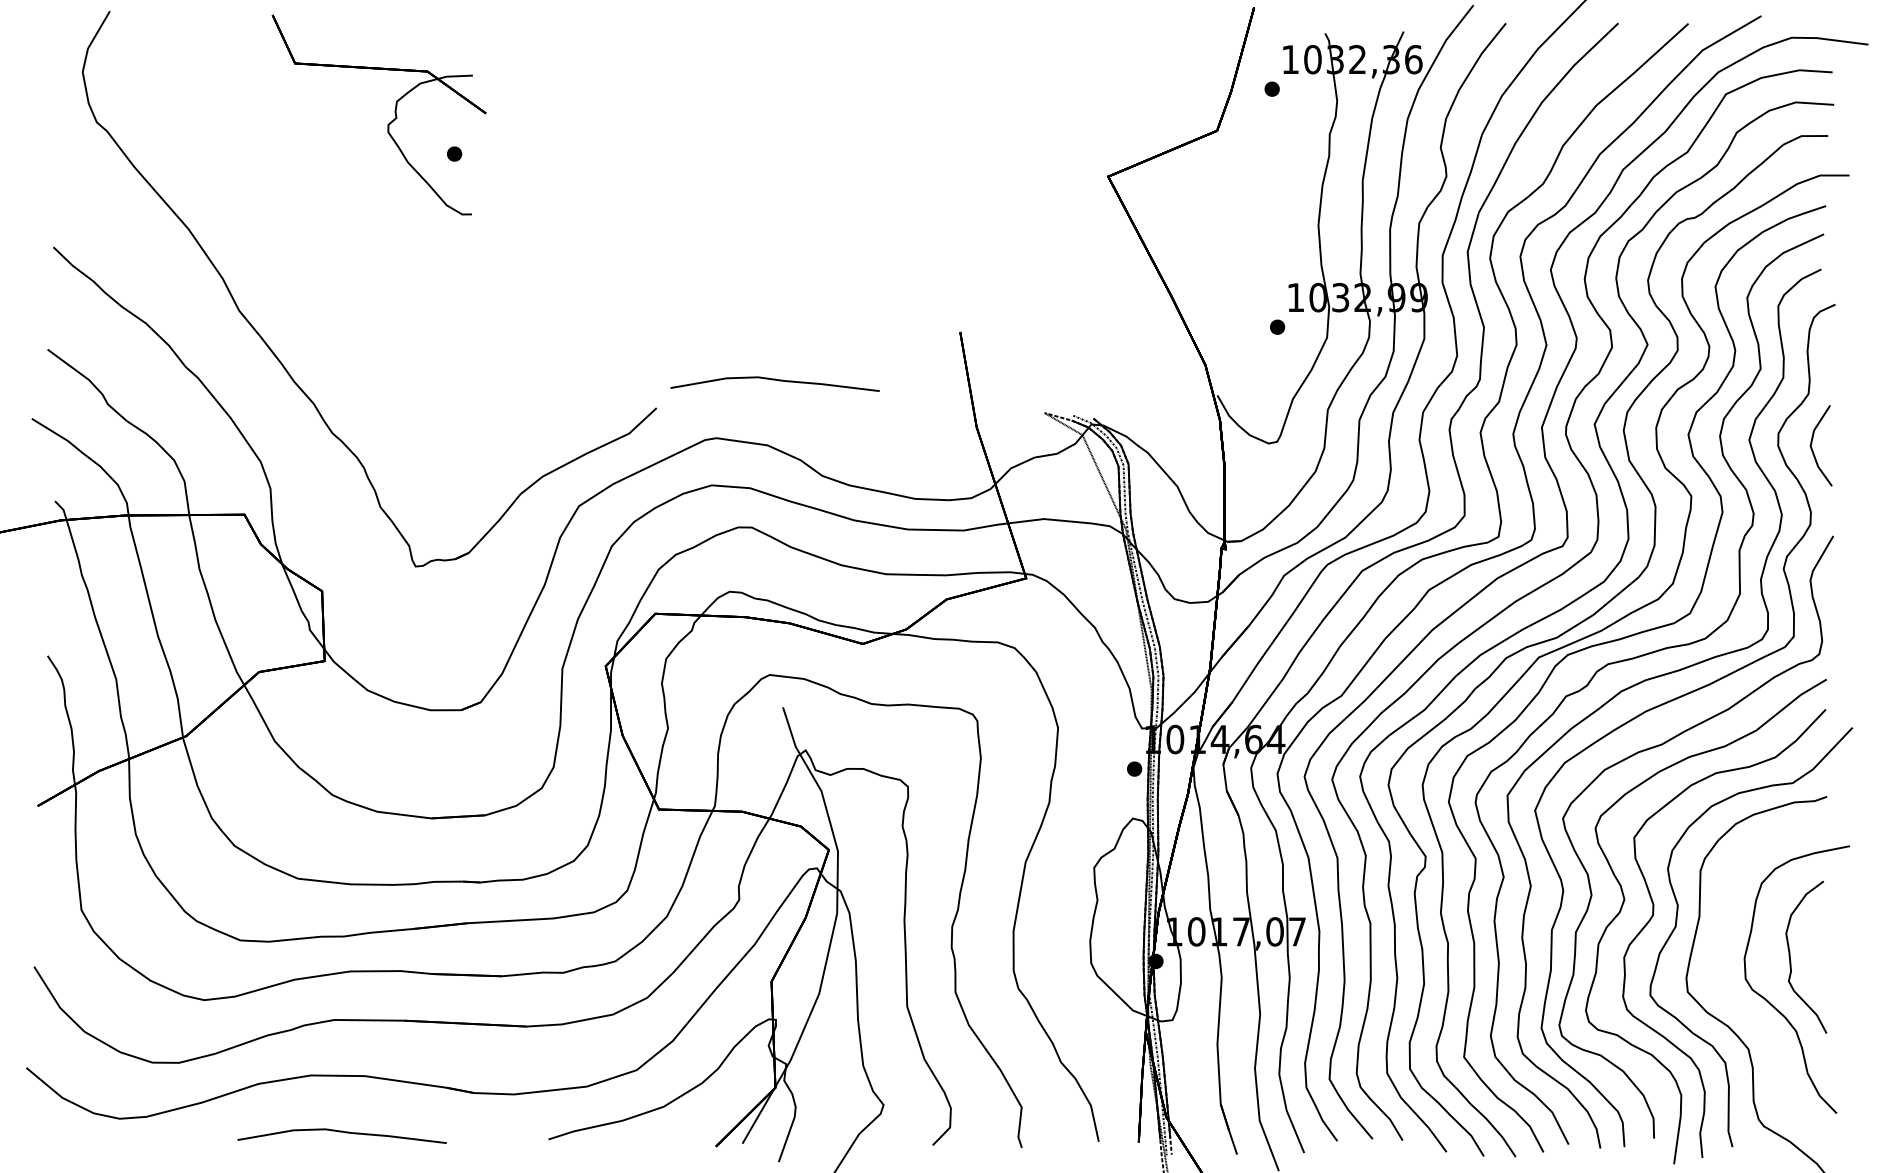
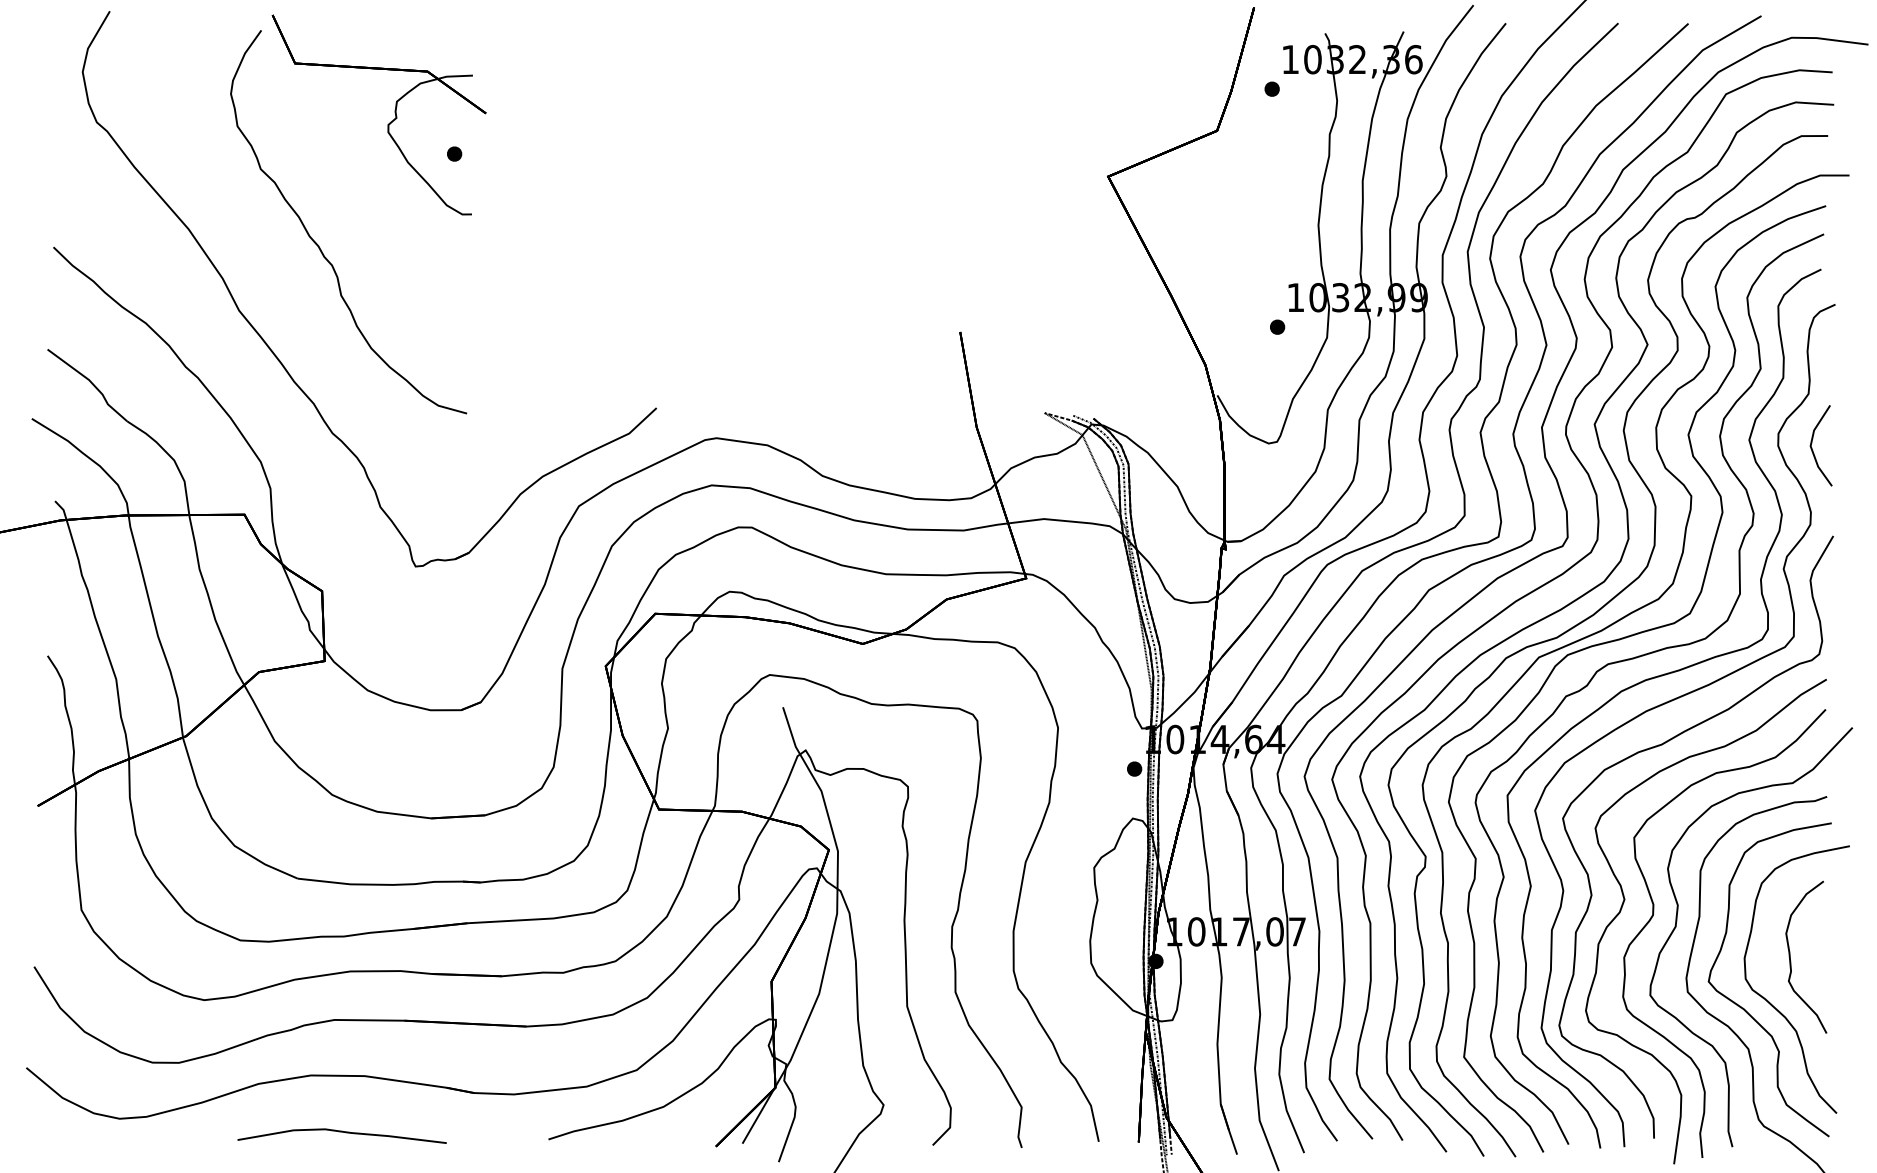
curve at (318, 244): none -> present
part at (774, 383): present -> none
part at (1743, 1007): none -> present
